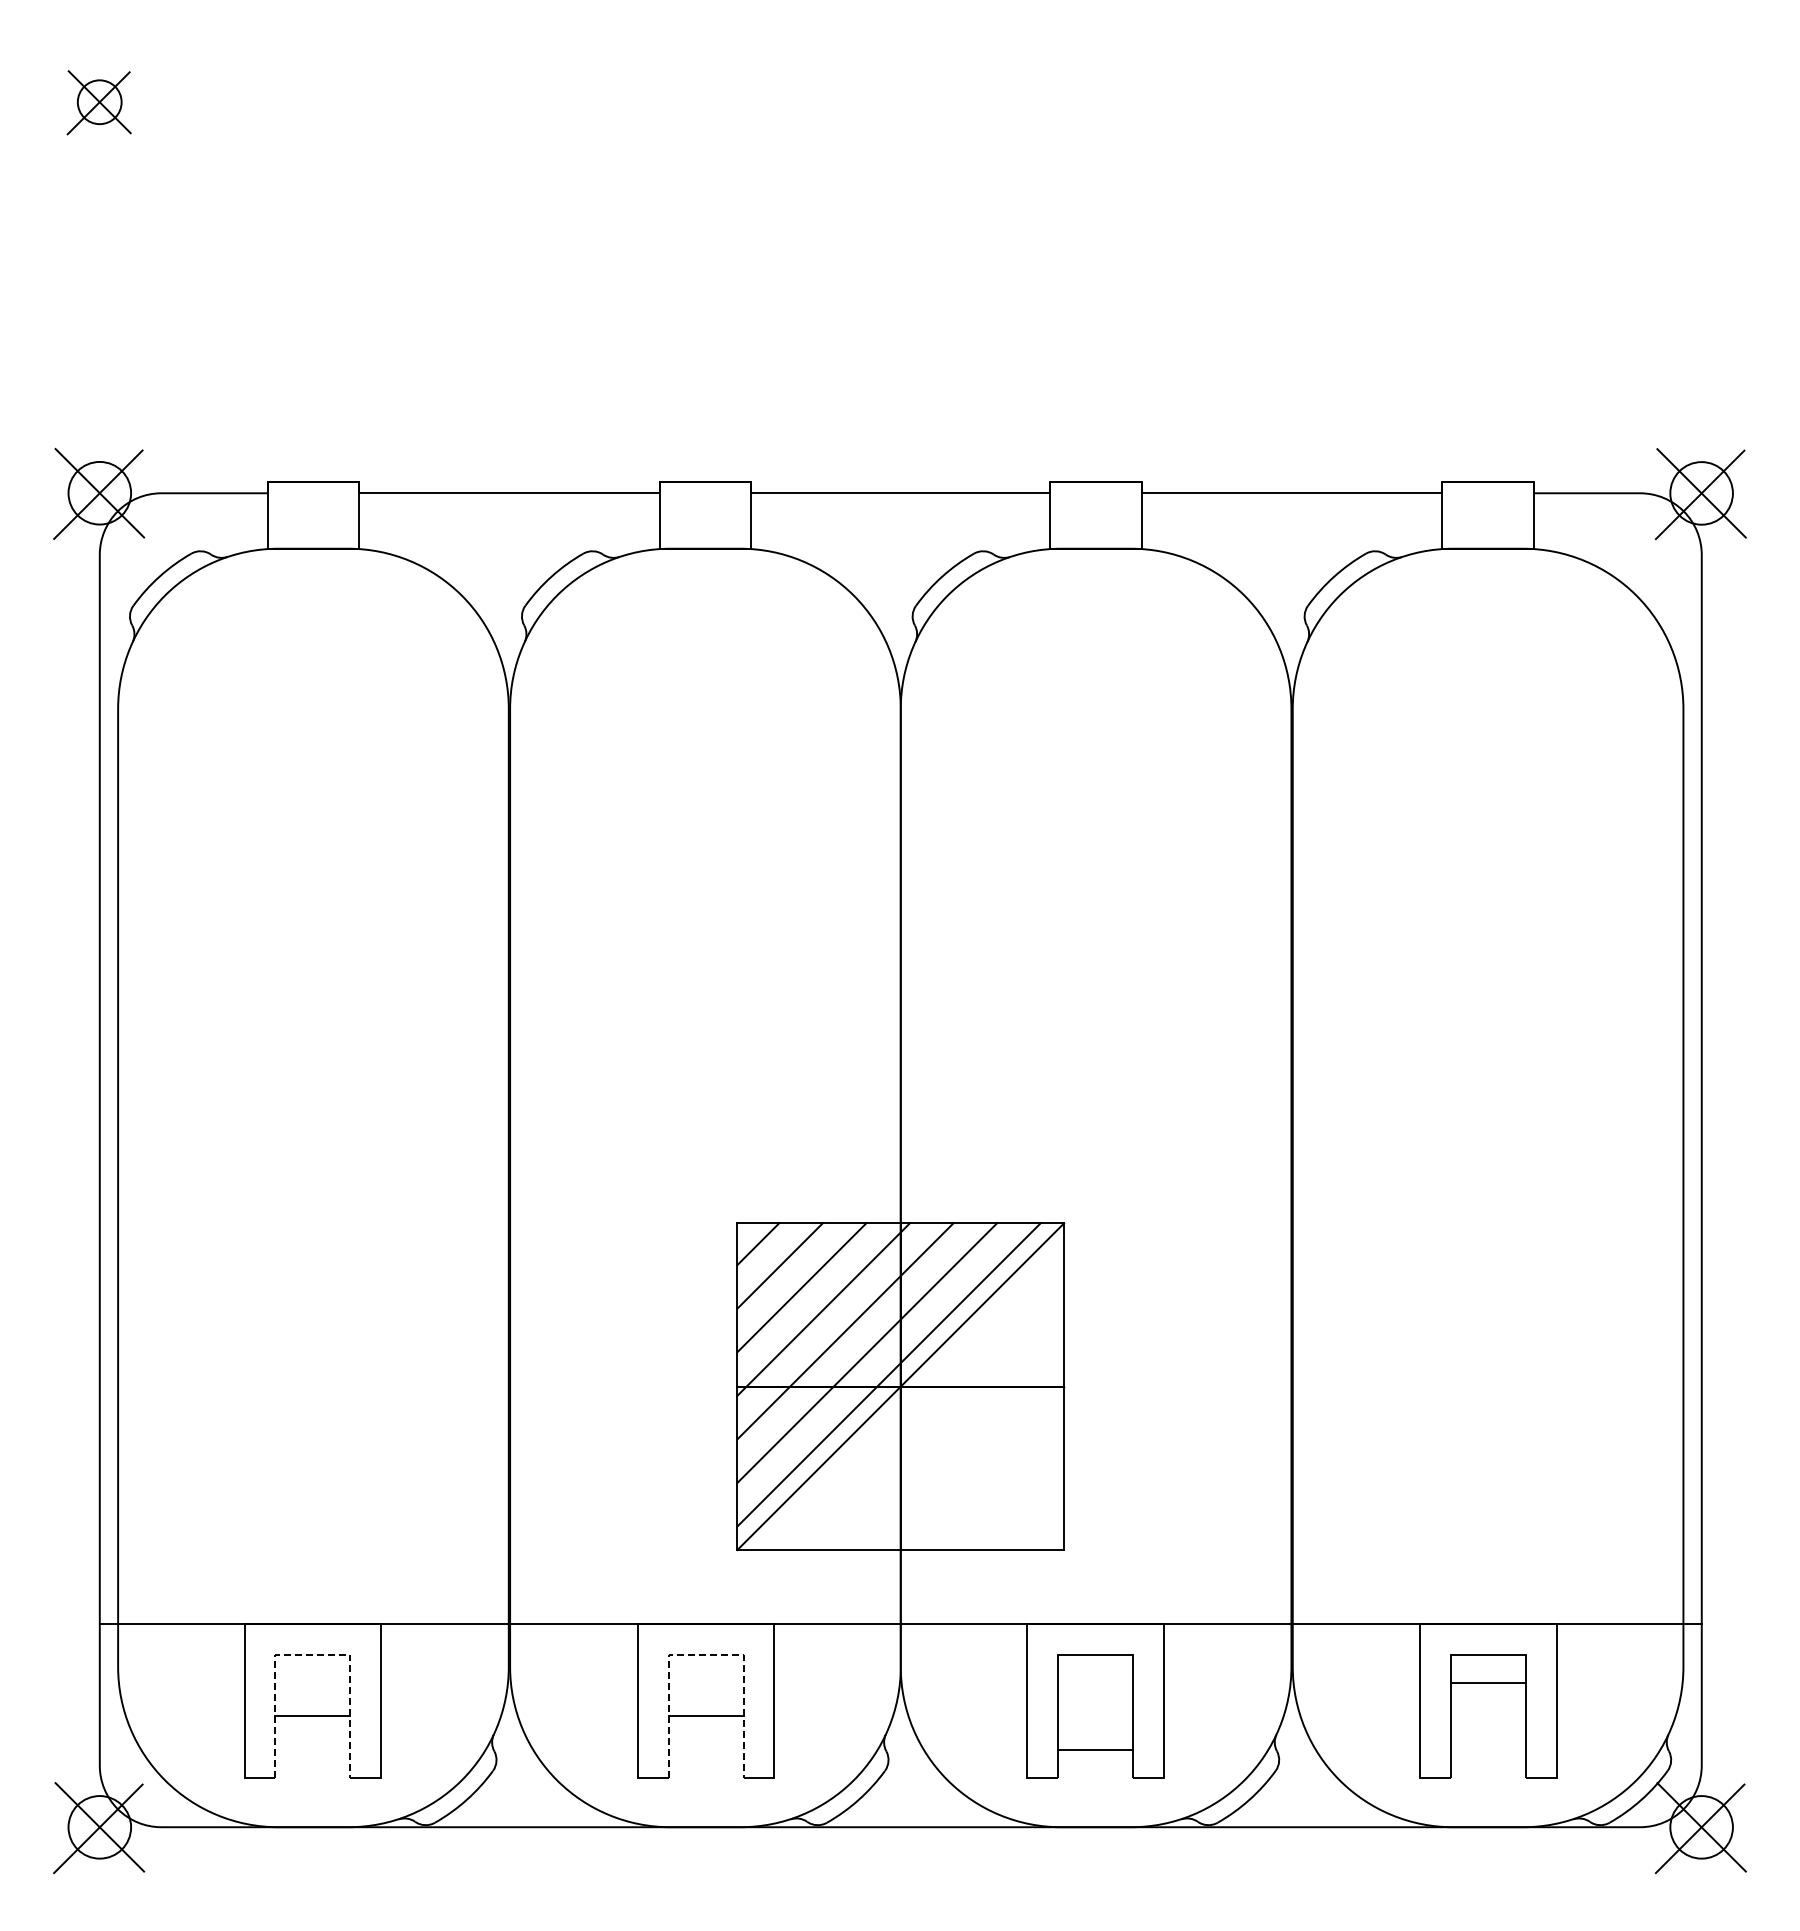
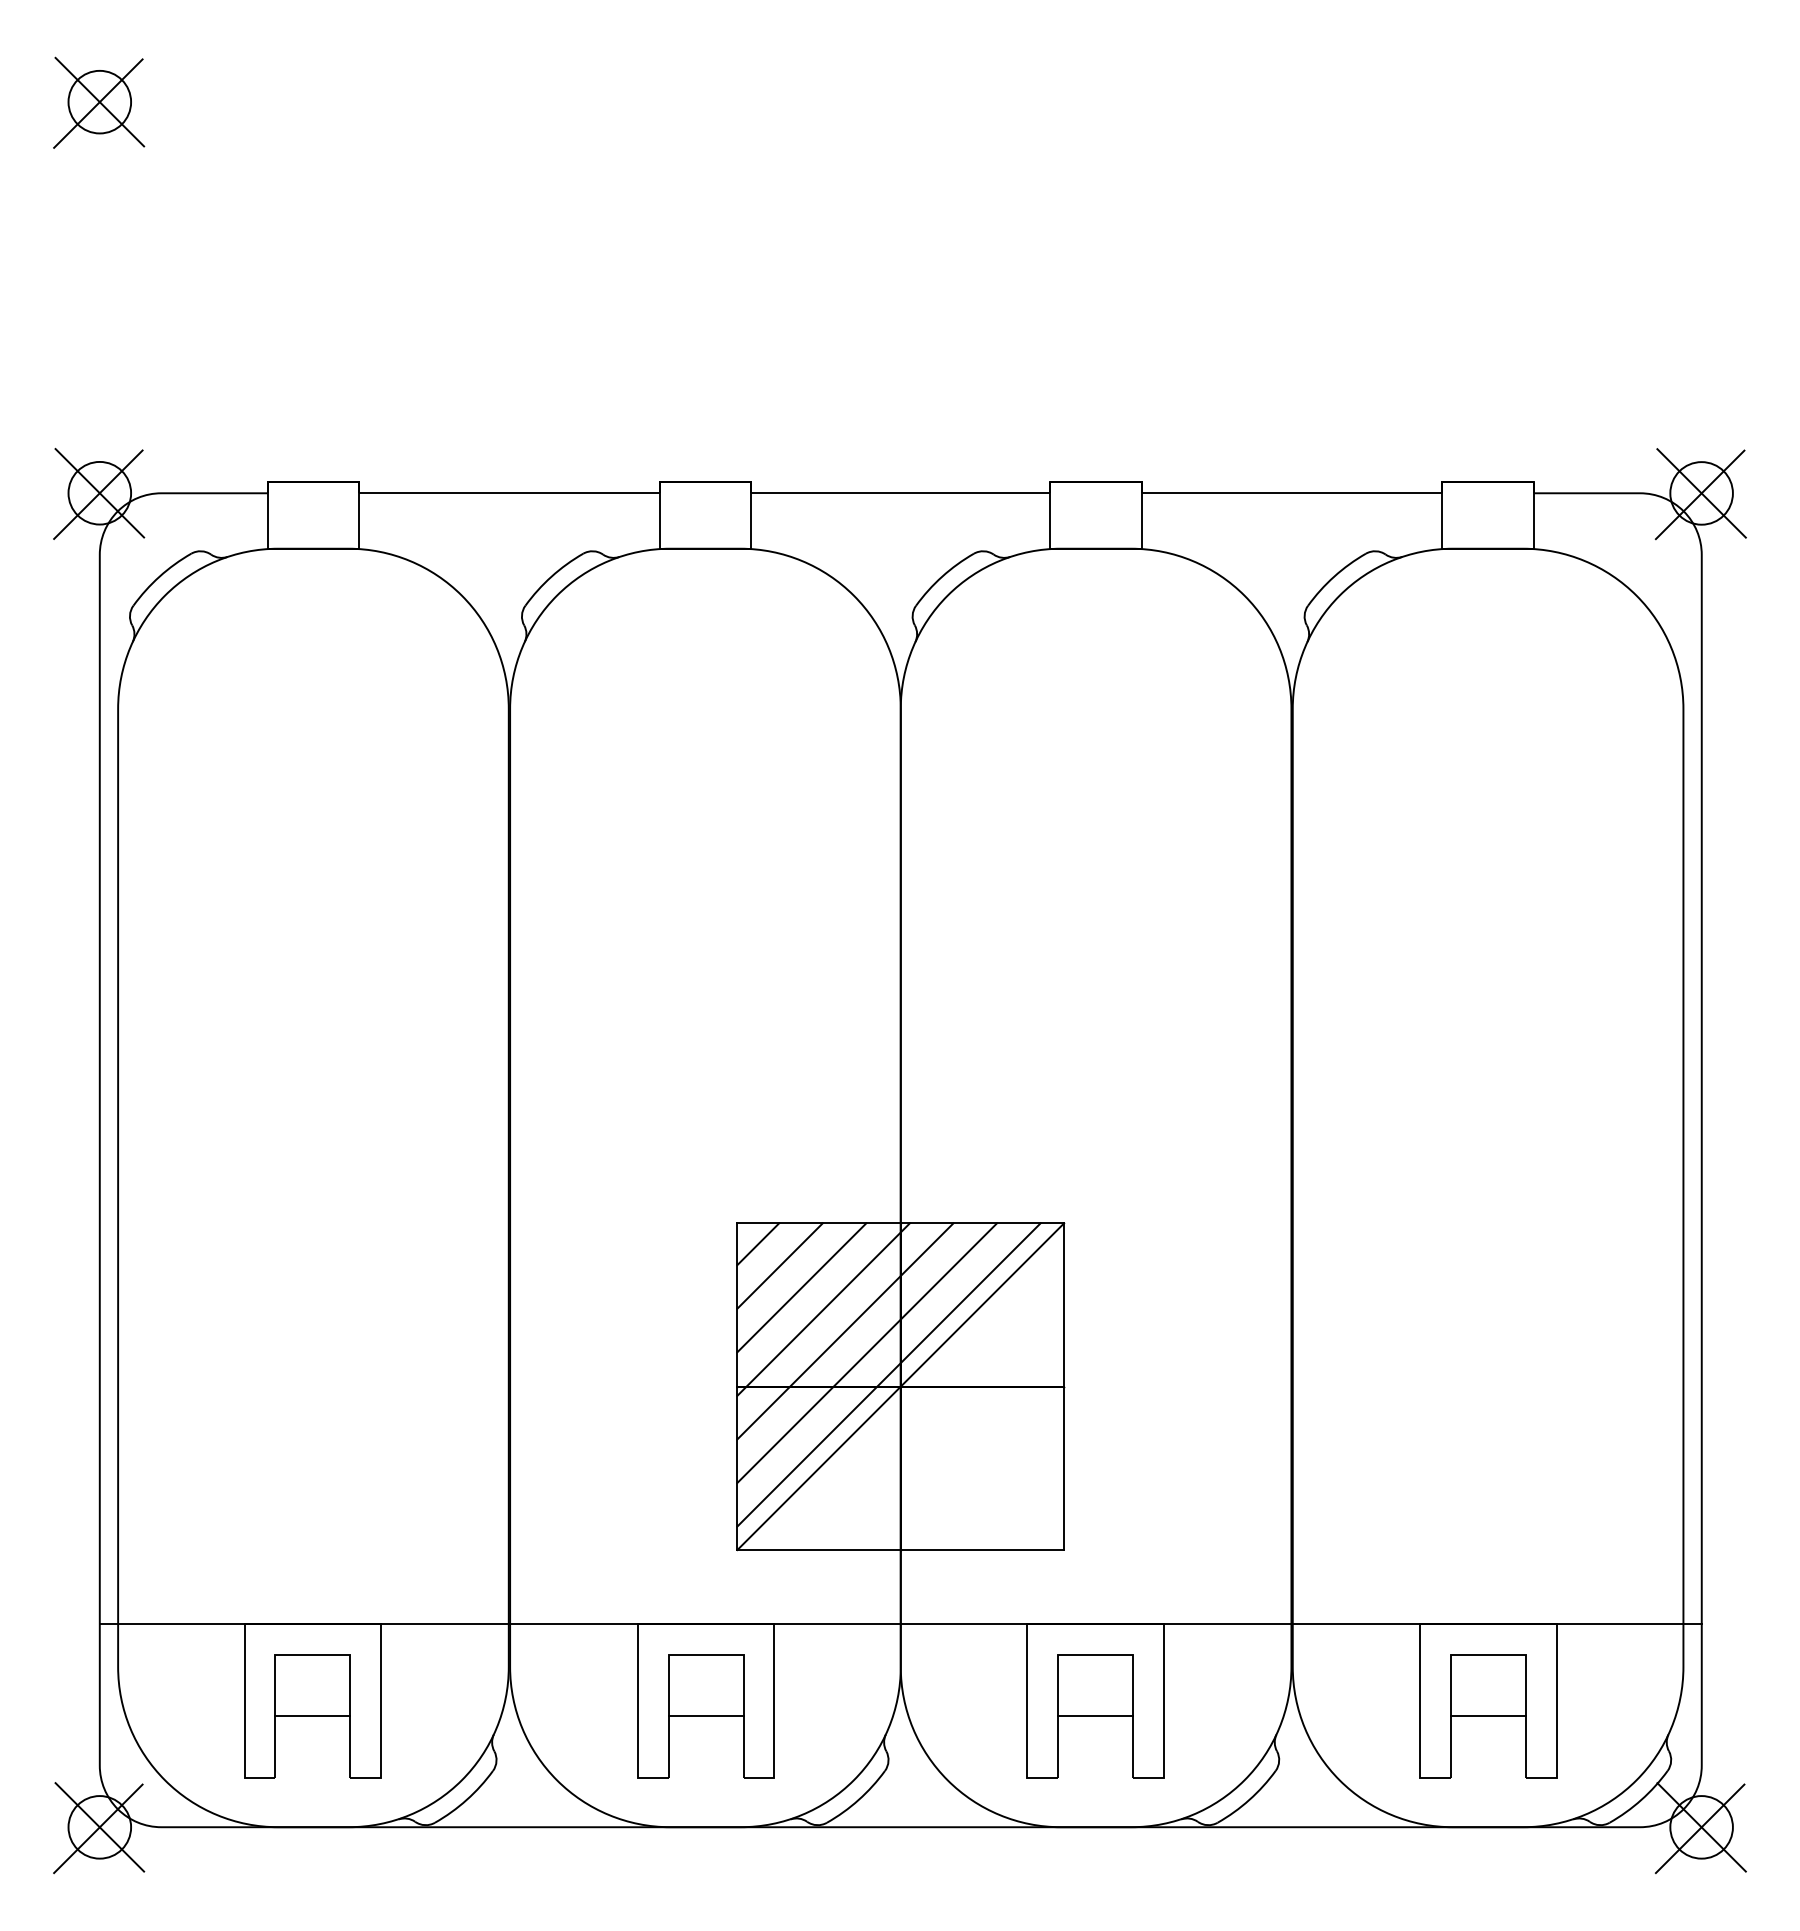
part at (98, 102) size: 66x66 px -> 93x93 px
line at (312, 1654): dashed -> solid
line at (706, 1654): dashed -> solid
line at (1488, 1683) position: (1488, 1683) -> (1488, 1716)
line at (1095, 1750) position: (1095, 1750) -> (1095, 1716)
